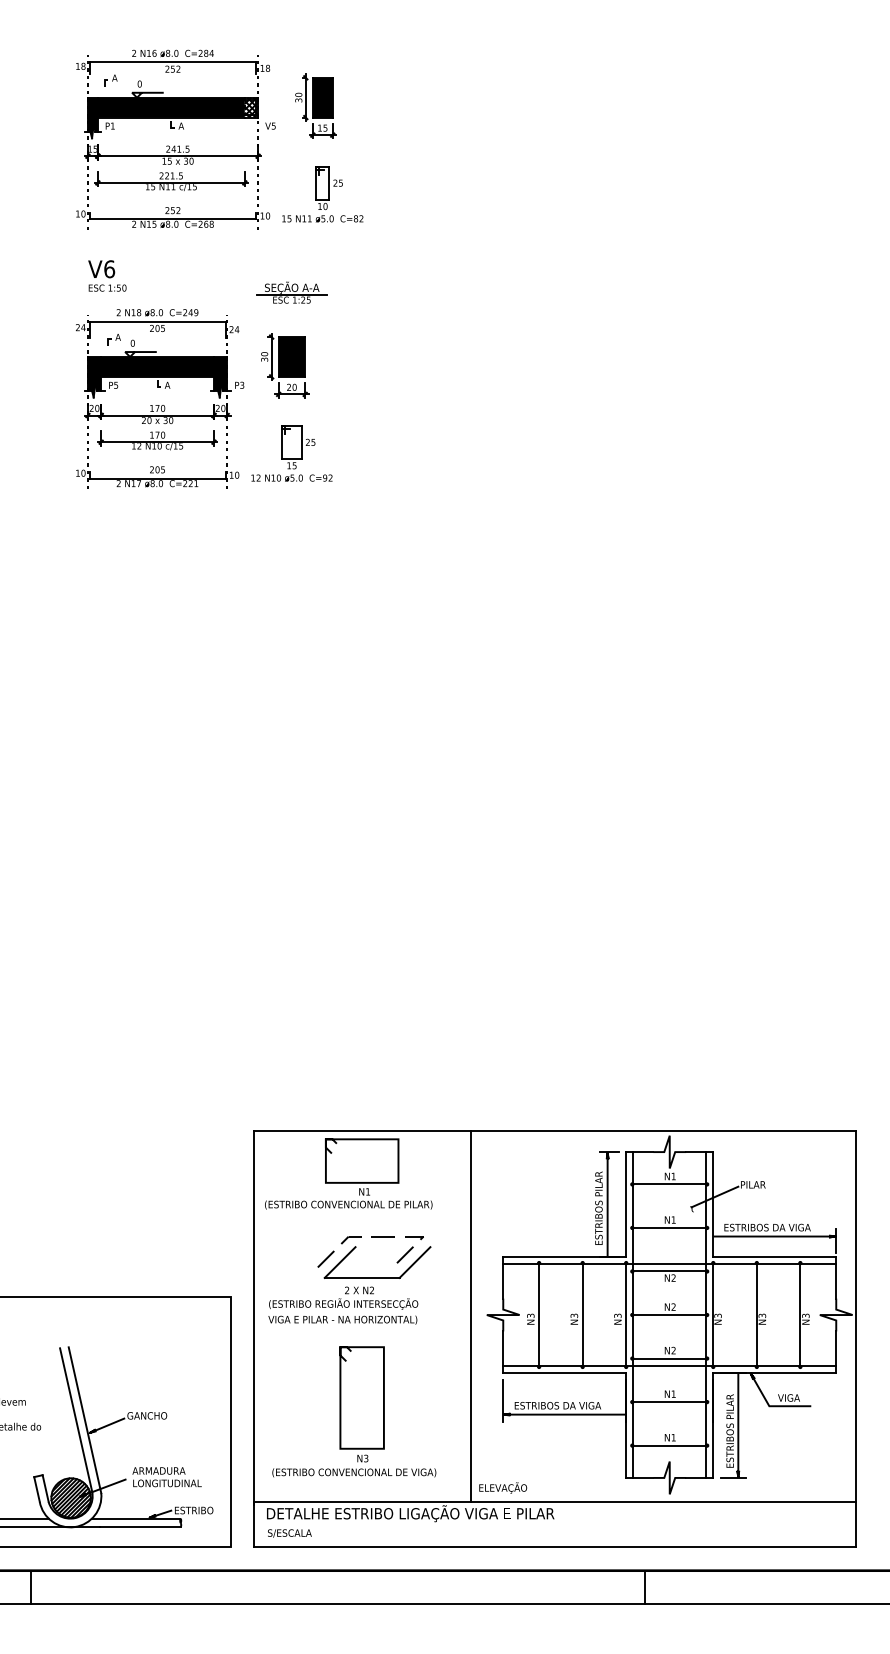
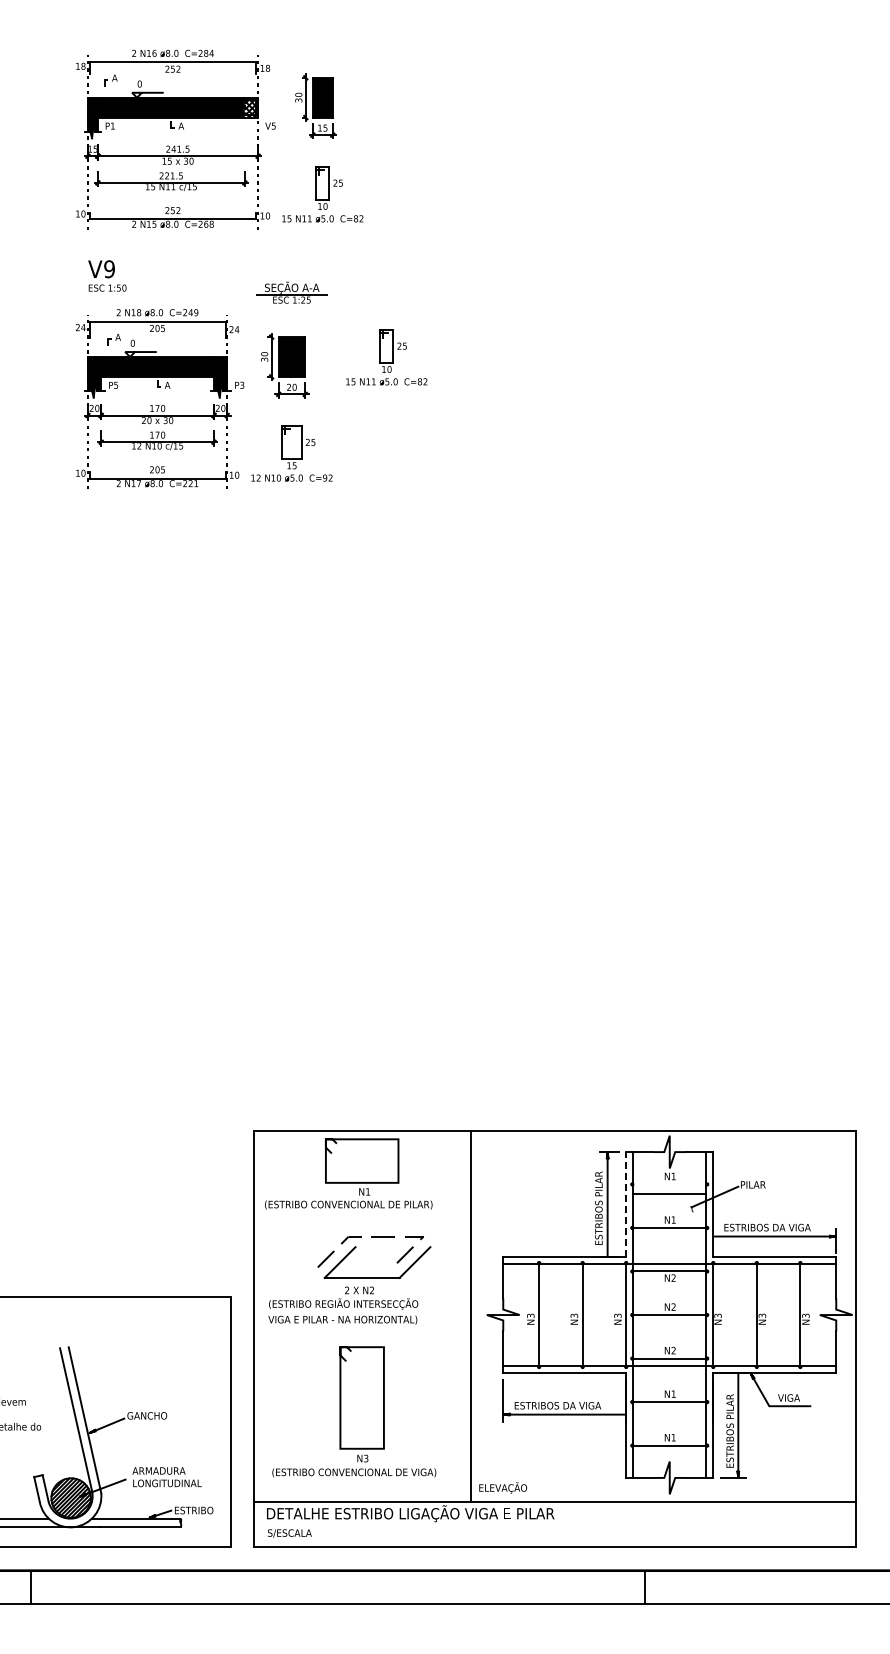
text at (109, 269): V6 -> V9
part at (386, 357): none -> present
line at (669, 1184) position: (669, 1184) -> (669, 1194)
line at (626, 1204): solid -> dashed
